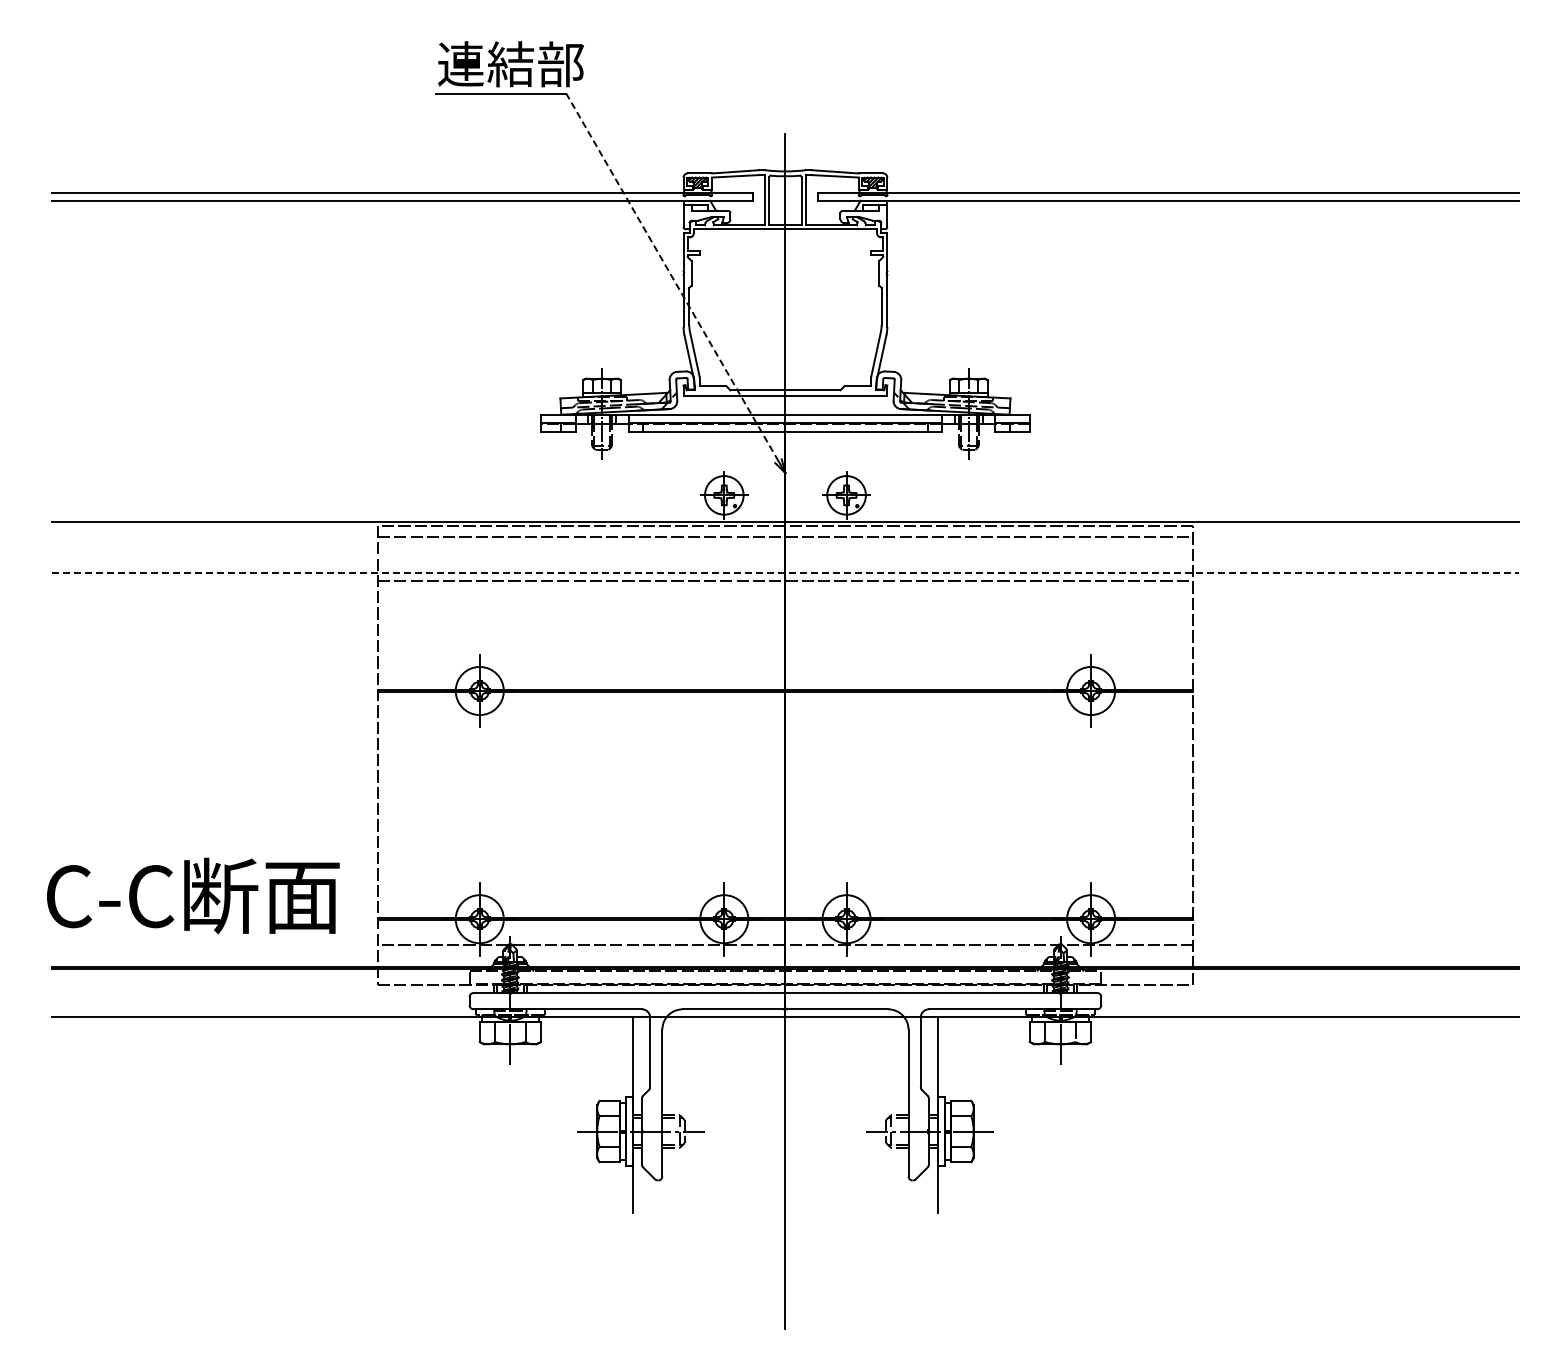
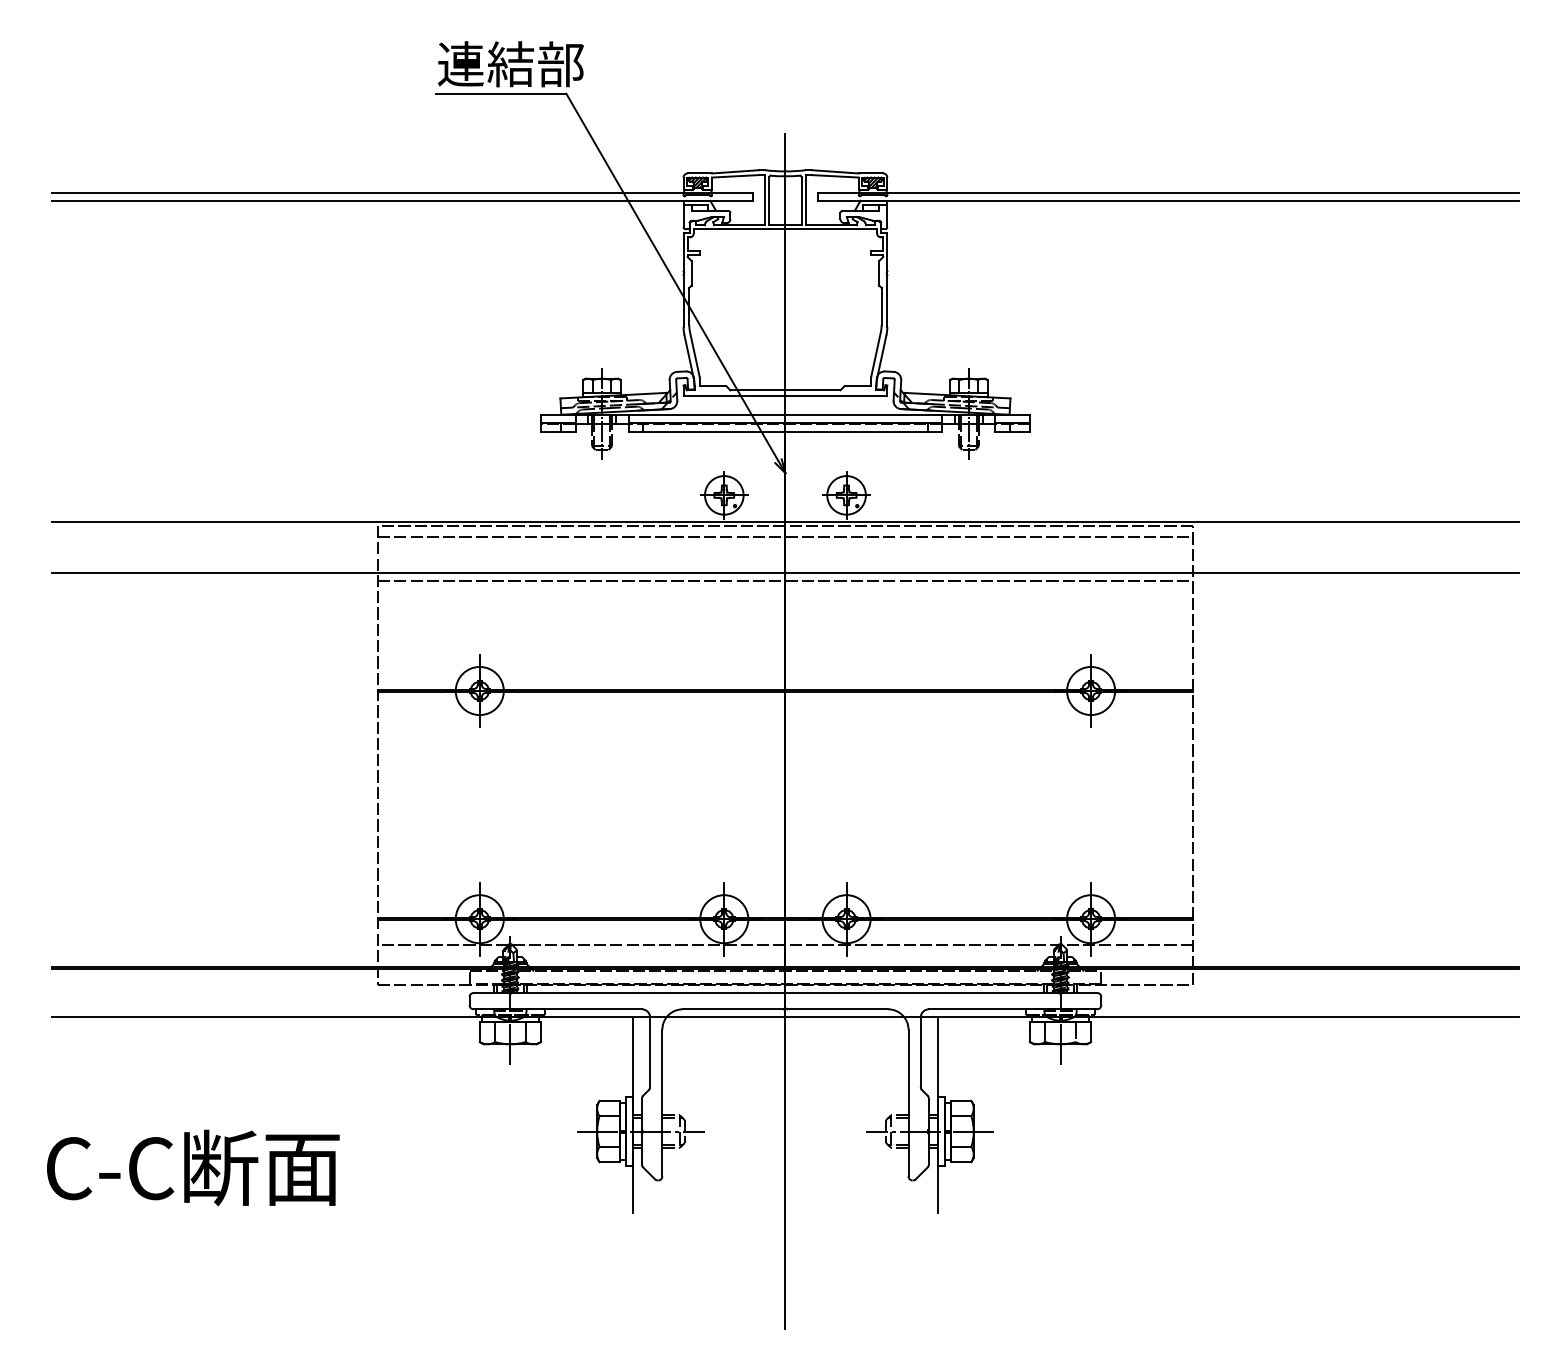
line at (672, 277): dashed -> solid
line at (785, 572): dashed -> solid
text at (193, 895) position: (193, 895) -> (193, 1167)
